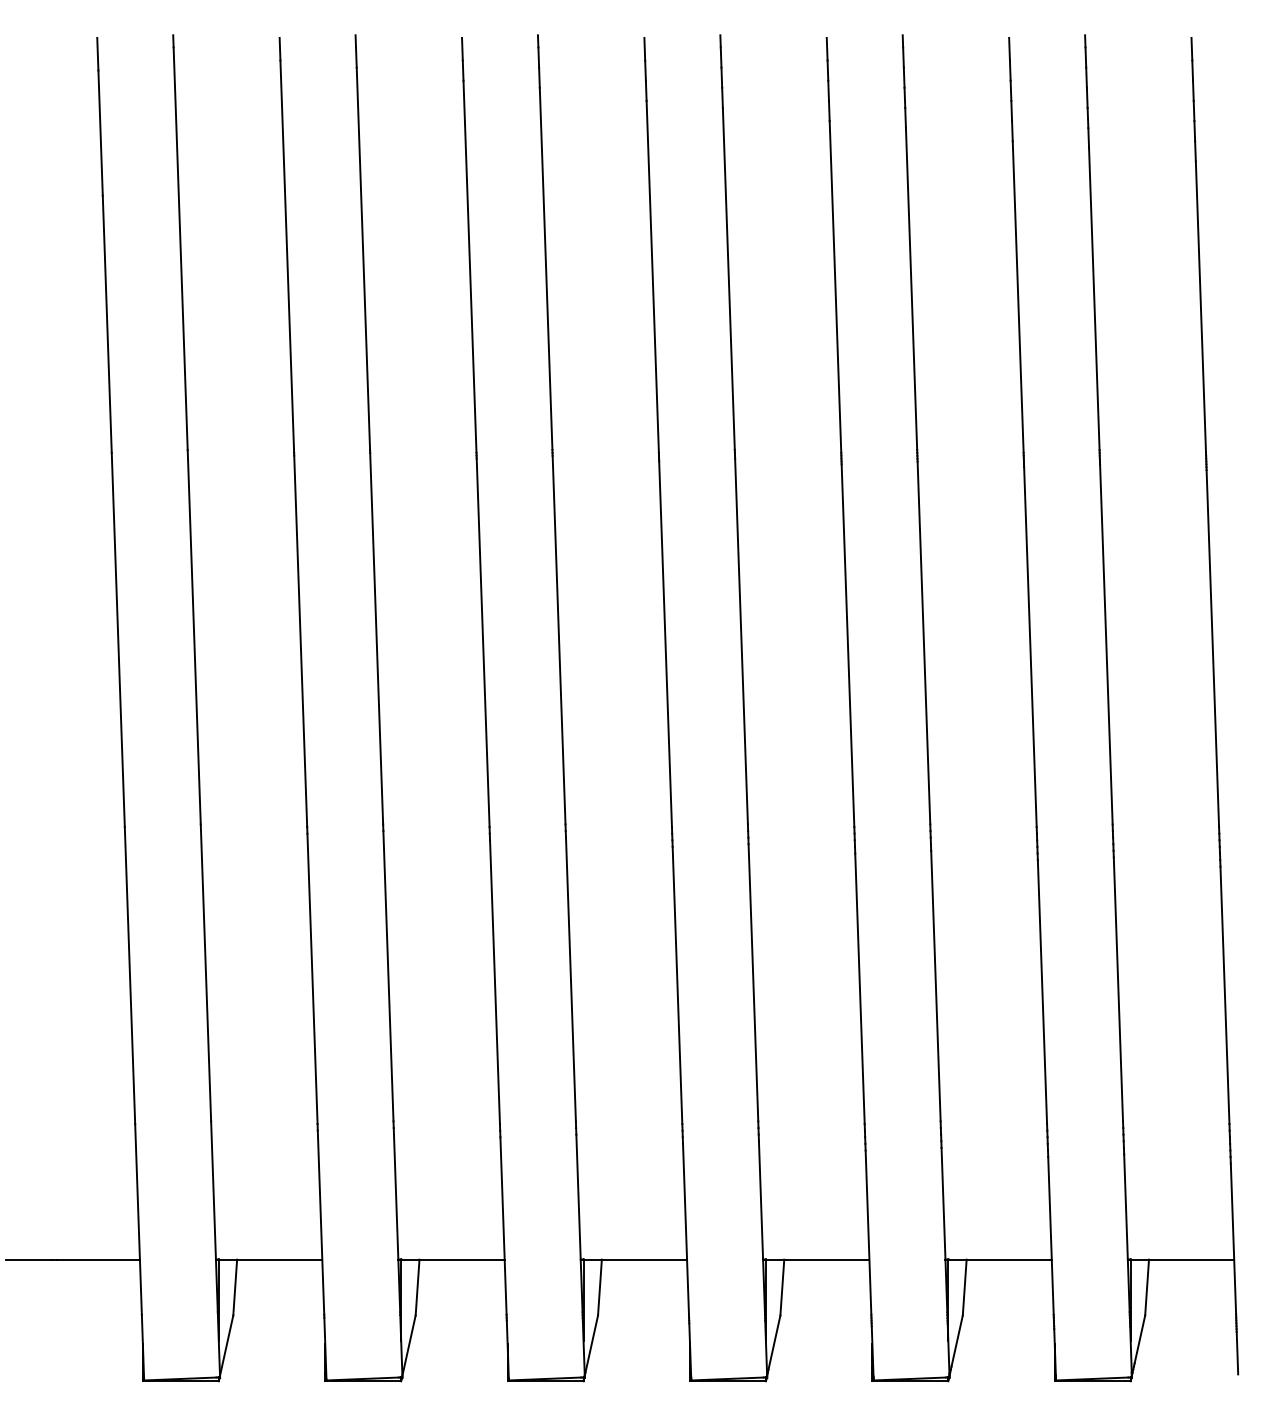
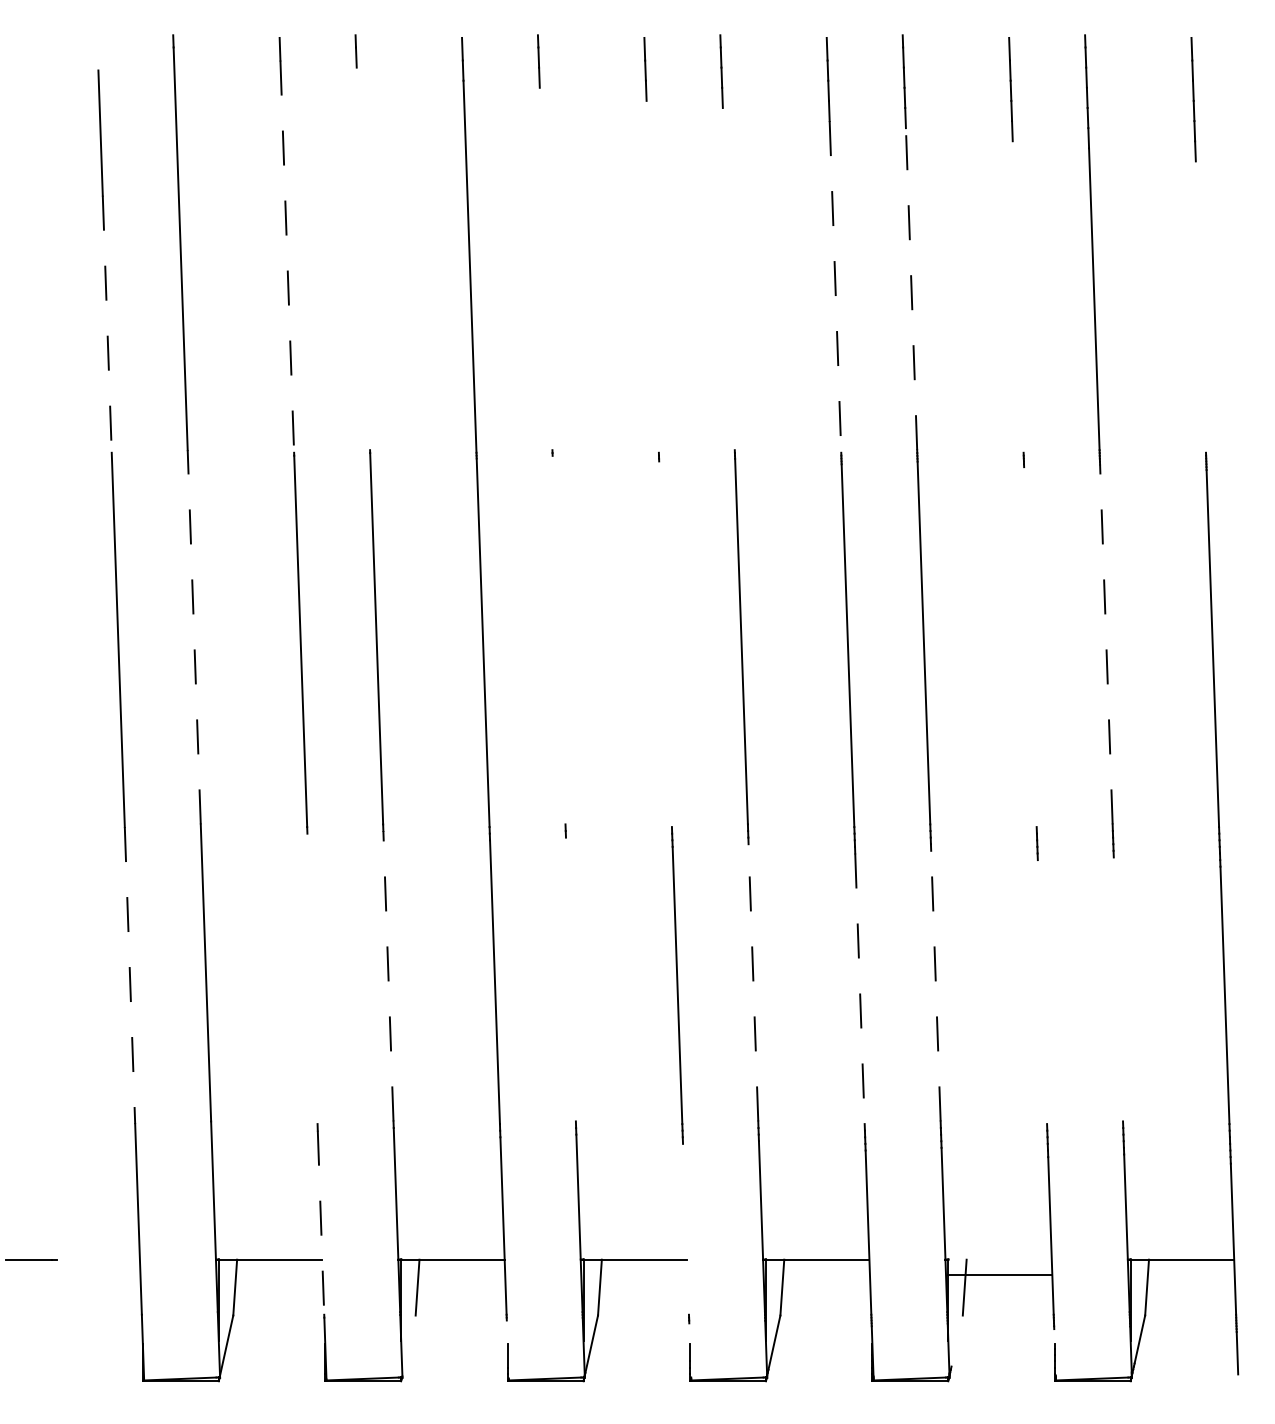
line at (97, 53): present -> none
line at (287, 257): solid -> dashed
line at (363, 258): present -> none
line at (545, 268): present -> none
line at (652, 276): present -> none
line at (728, 278): present -> none
line at (835, 286): solid -> dashed
line at (911, 288): solid -> dashed
line at (1017, 296): present -> none
line at (1200, 306): present -> none
line at (107, 324): solid -> dashed
line at (194, 636): solid -> dashed
line at (558, 639): present -> none
line at (1106, 643): solid -> dashed
line at (665, 644): present -> none
line at (1030, 647): present -> none
line at (130, 975): solid -> dashed
line at (388, 975): solid -> dashed
line at (312, 978): present -> none
line at (570, 979): present -> none
line at (753, 982): solid -> dashed
line at (935, 985): solid -> dashed
line at (859, 989): solid -> dashed
line at (1118, 989): present -> none
line at (1042, 992): present -> none
line at (321, 1223): solid -> dashed
line at (685, 1228): present -> none
line at (97, 1259): present -> none
line at (999, 1259) position: (999, 1259) -> (999, 1274)
line at (956, 1340): present -> none
line at (408, 1345): present -> none
line at (507, 1349): present -> none
line at (690, 1350): present -> none
line at (1054, 1352): present -> none
